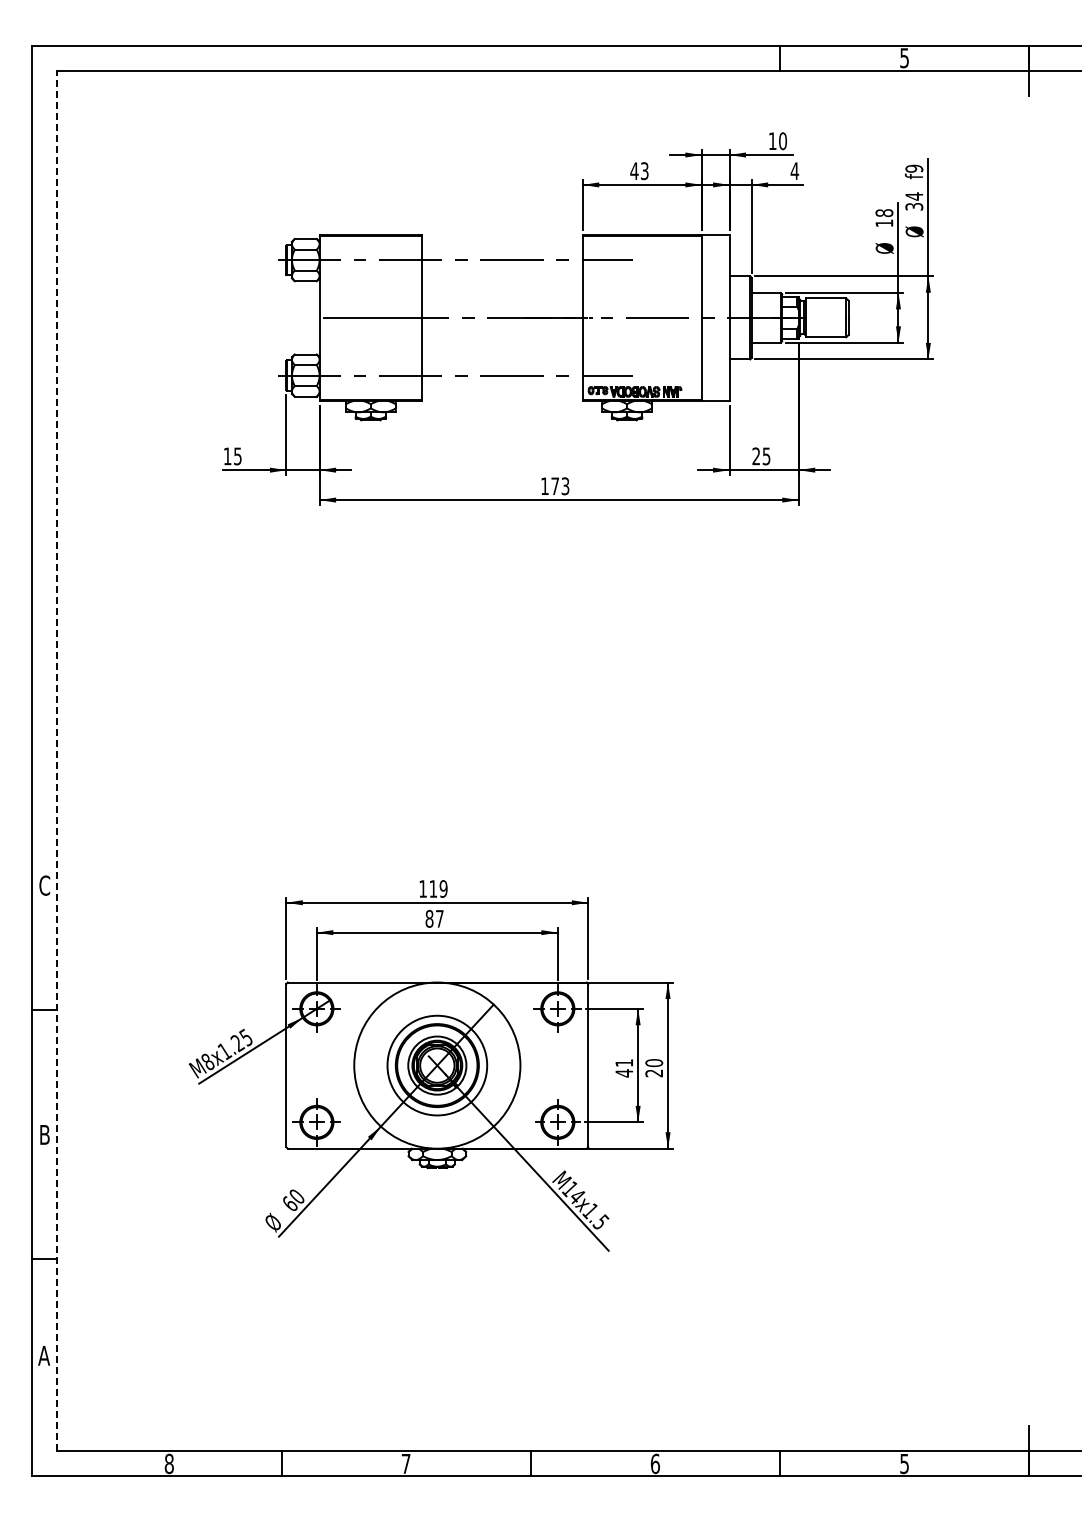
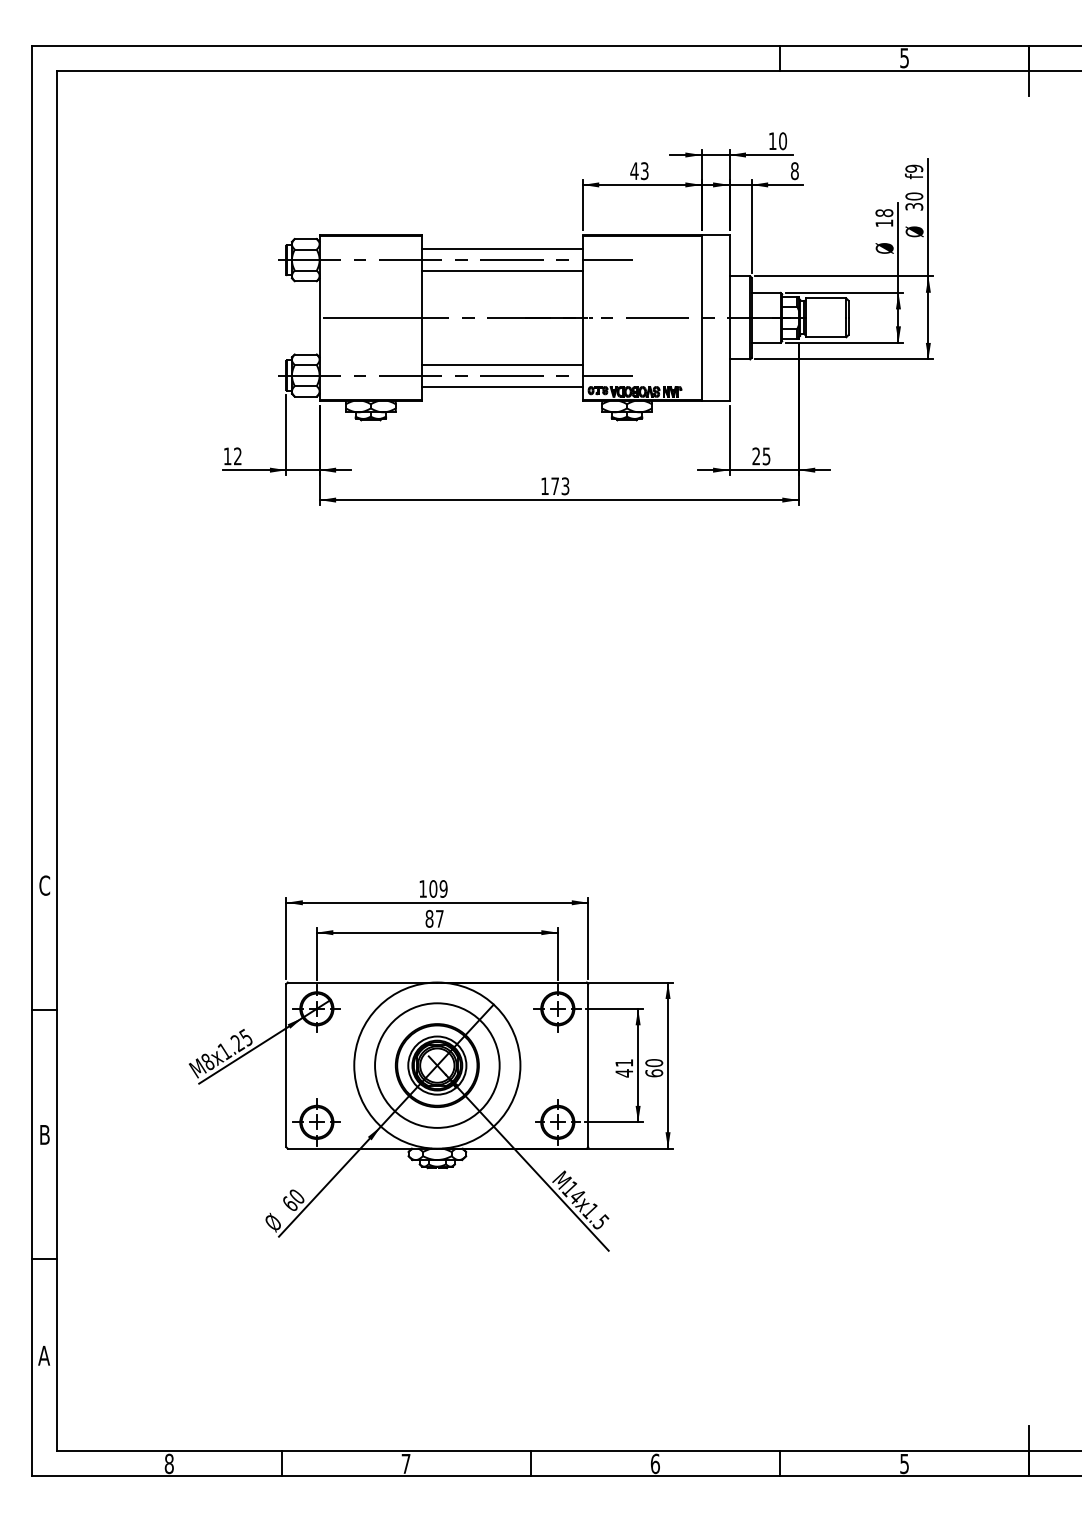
text at (794, 171): 4 -> 8
text at (914, 196): 34 -> 30
line at (502, 249): none -> present
line at (502, 271): none -> present
line at (502, 364): none -> present
line at (502, 386): none -> present
text at (237, 456): 15 -> 12
line at (57, 760): dashed -> solid
text at (433, 888): 119 -> 109
circle at (437, 1065) diameter: 100 px -> 125 px
text at (654, 1073): 20 -> 60
